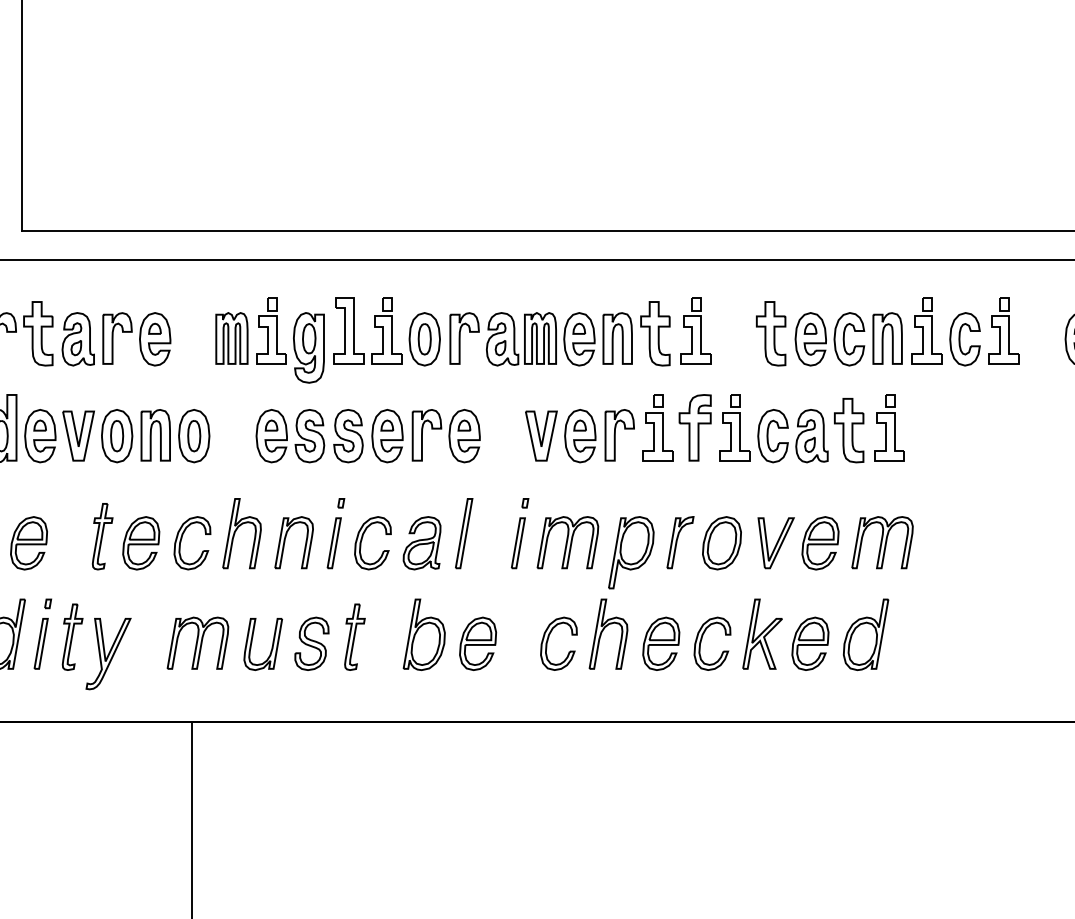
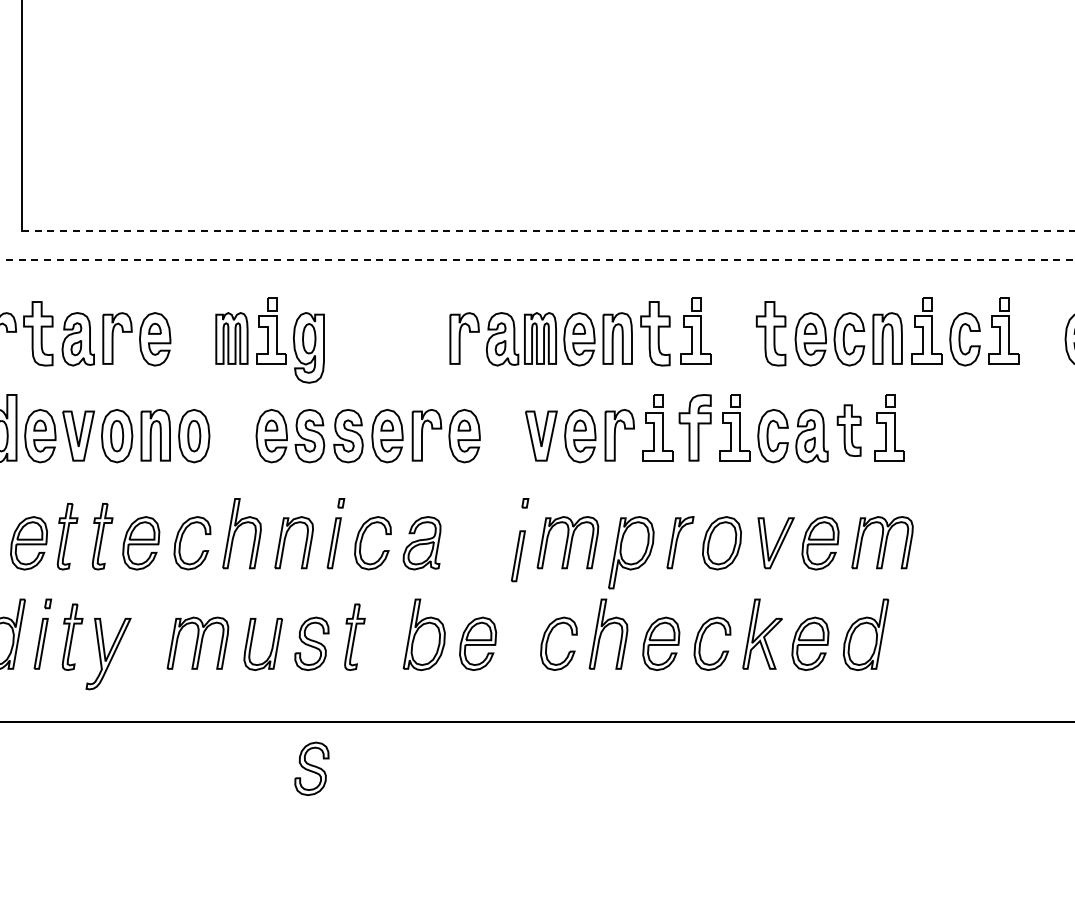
line at (548, 230): solid -> dashed
line at (537, 259): solid -> dashed
part at (386, 331): present -> none
part at (849, 430) size: 31x66 px -> 26x53 px
part at (464, 533): present -> none
part at (67, 536): none -> present
part at (517, 543) position: (517, 543) -> (517, 556)
part at (311, 768): none -> present
line at (191, 818): present -> none
